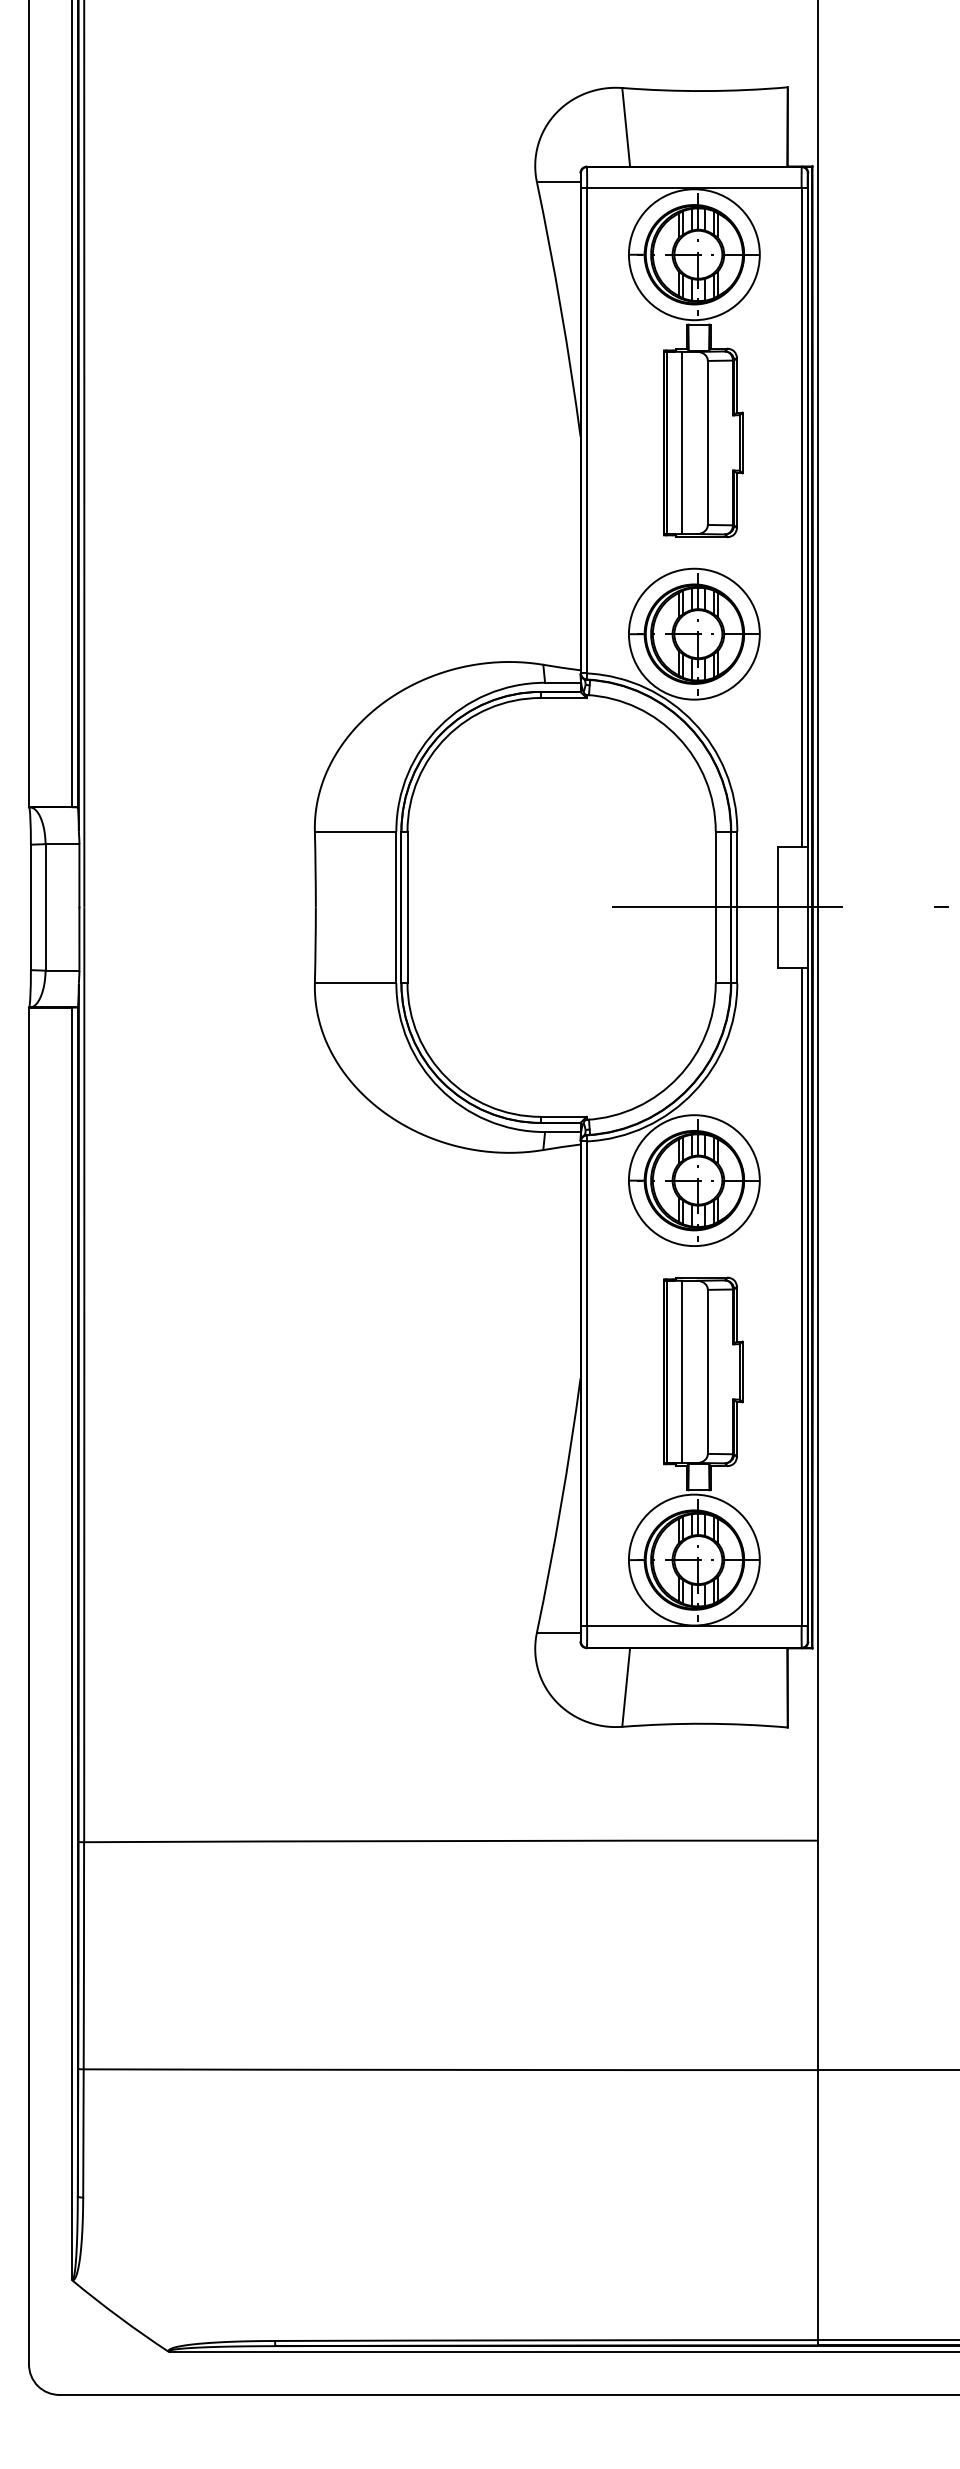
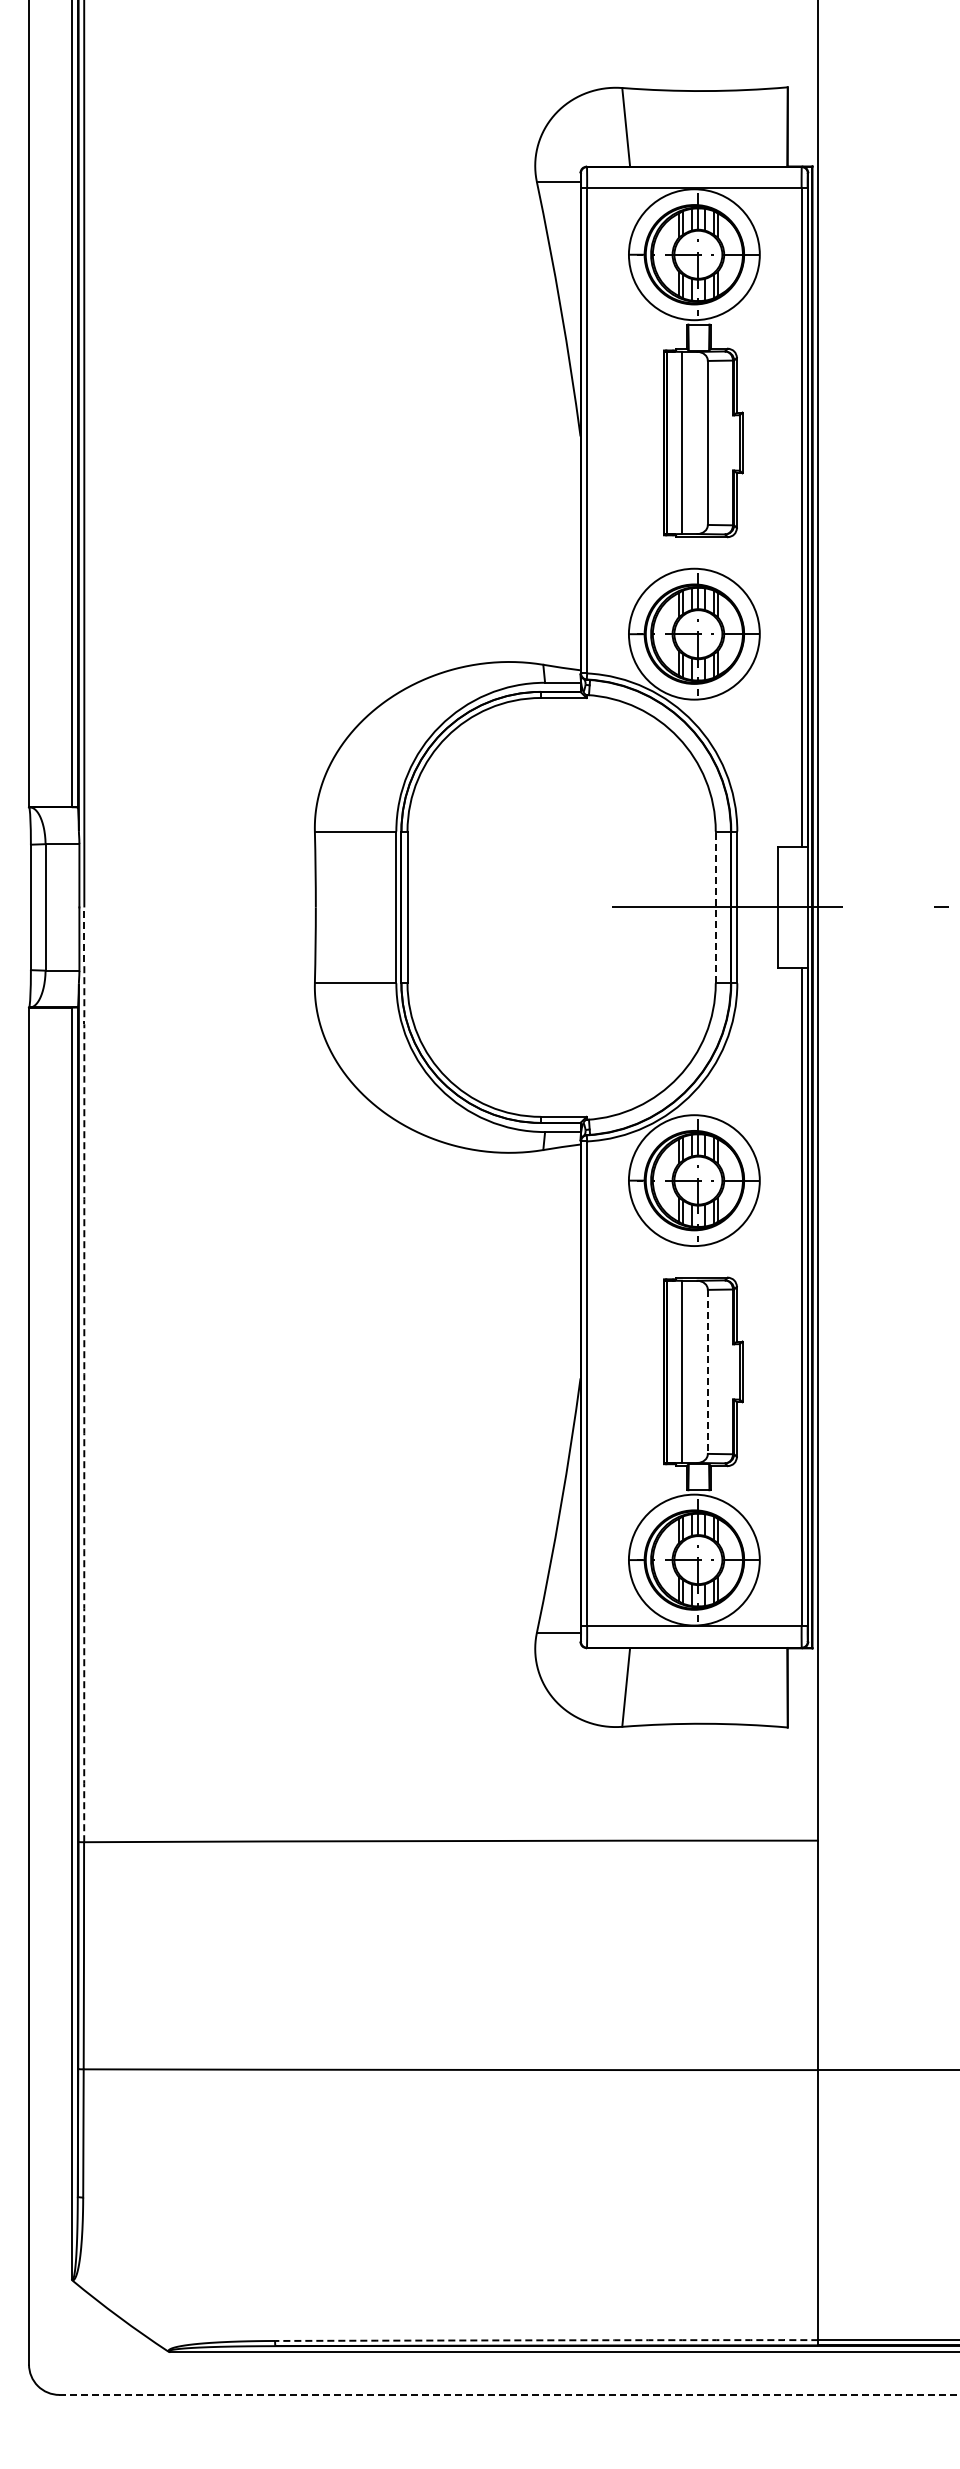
line at (715, 907): solid -> dashed
line at (707, 1372): solid -> dashed
arc at (84, 1374): solid -> dashed
arc at (546, 2340): solid -> dashed
line at (509, 2394): solid -> dashed
